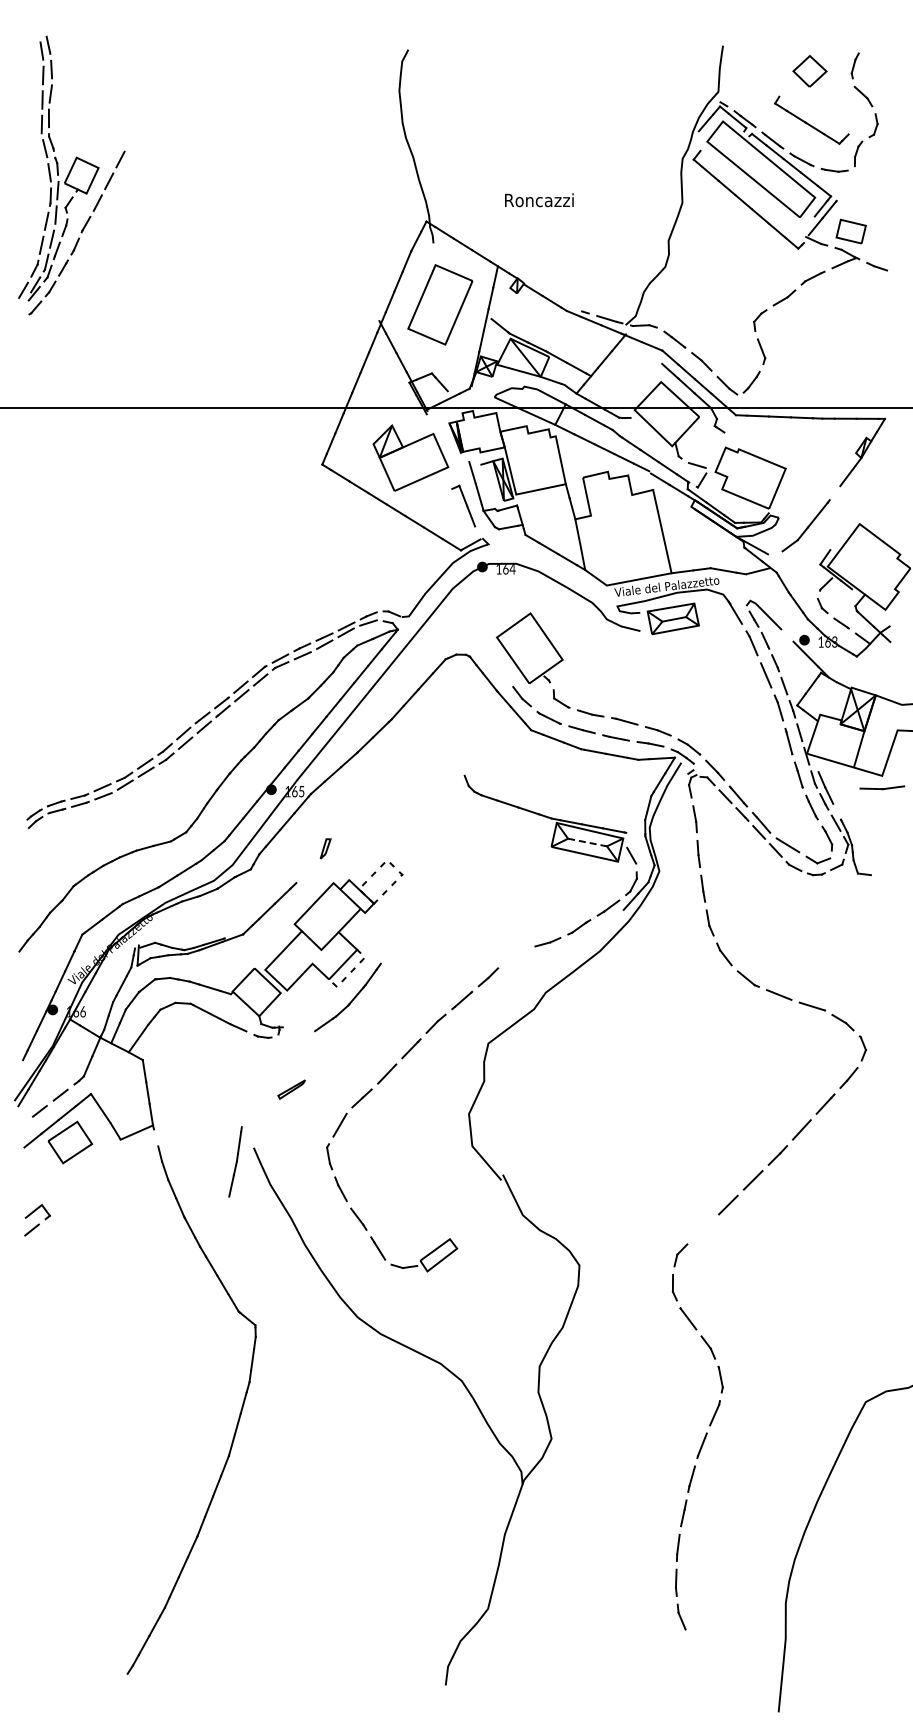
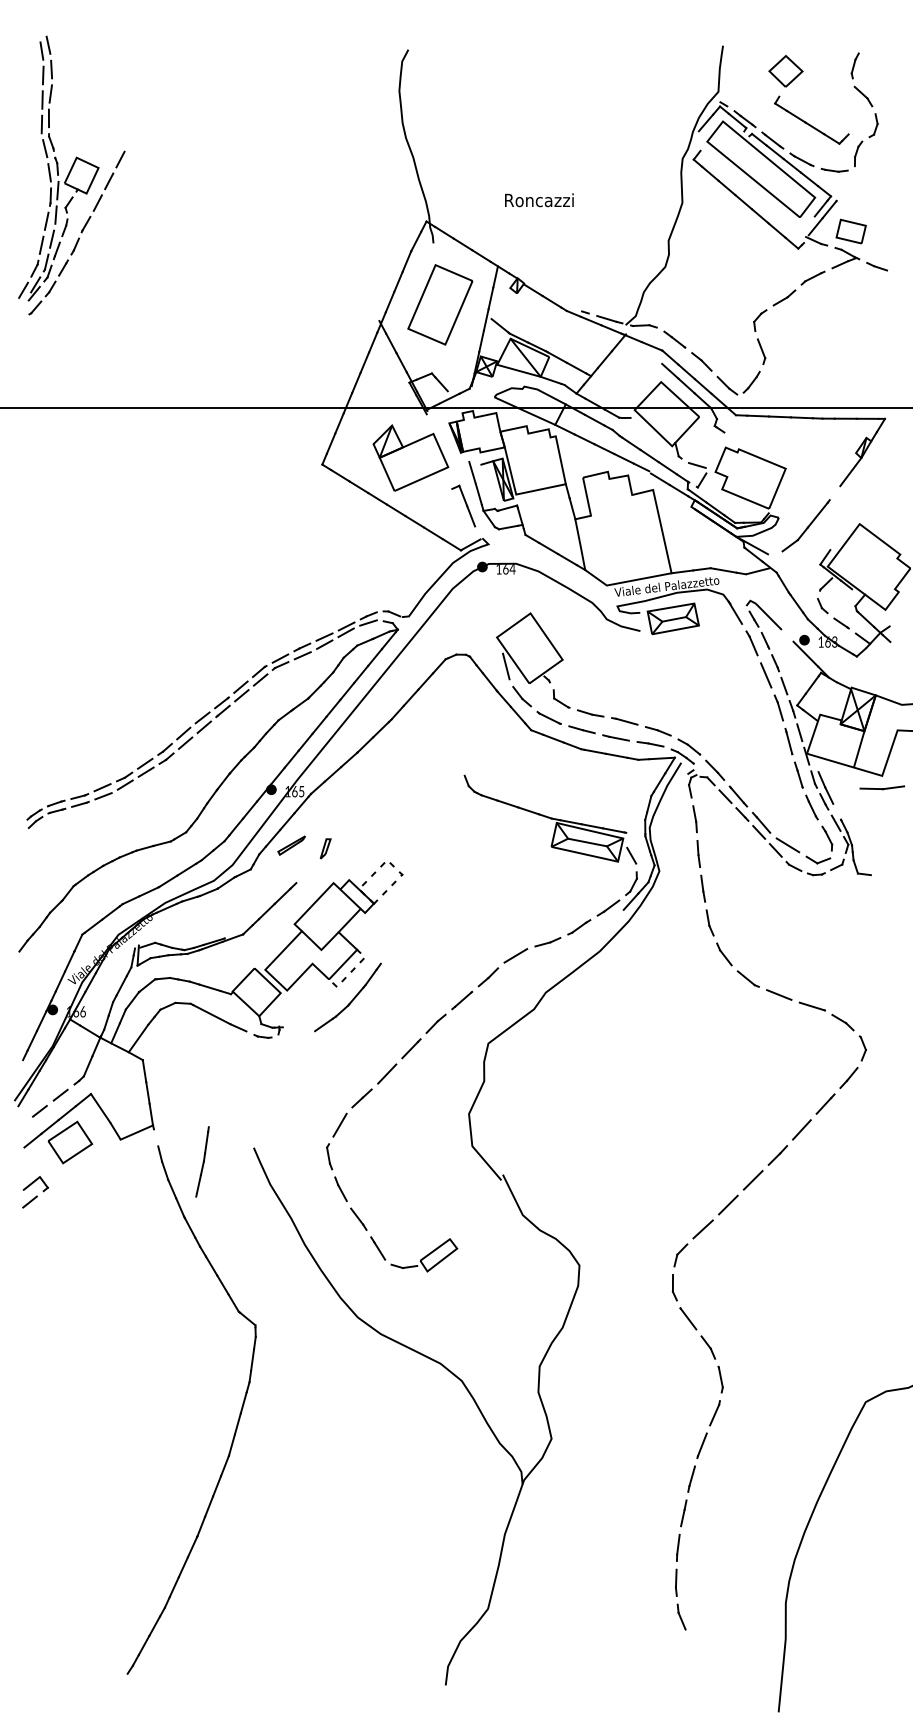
part at (809, 71) position: (809, 71) -> (785, 71)
line at (506, 666): none -> present
line at (587, 842): dashed -> solid
line at (515, 955): none -> present
part at (291, 1089) position: (291, 1089) -> (291, 845)
part at (235, 1161) position: (235, 1161) -> (202, 1161)
part at (37, 1220) position: (37, 1220) -> (35, 1192)
line at (702, 1229): none -> present
